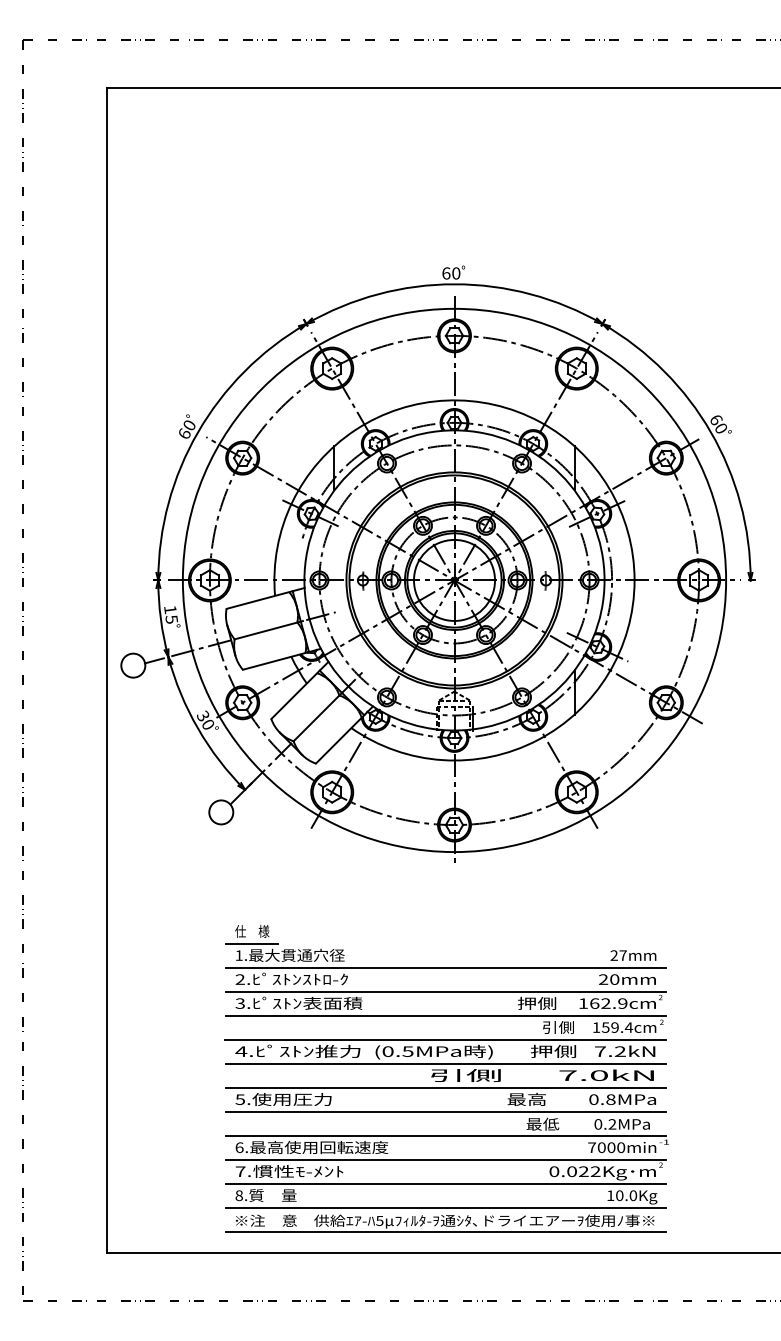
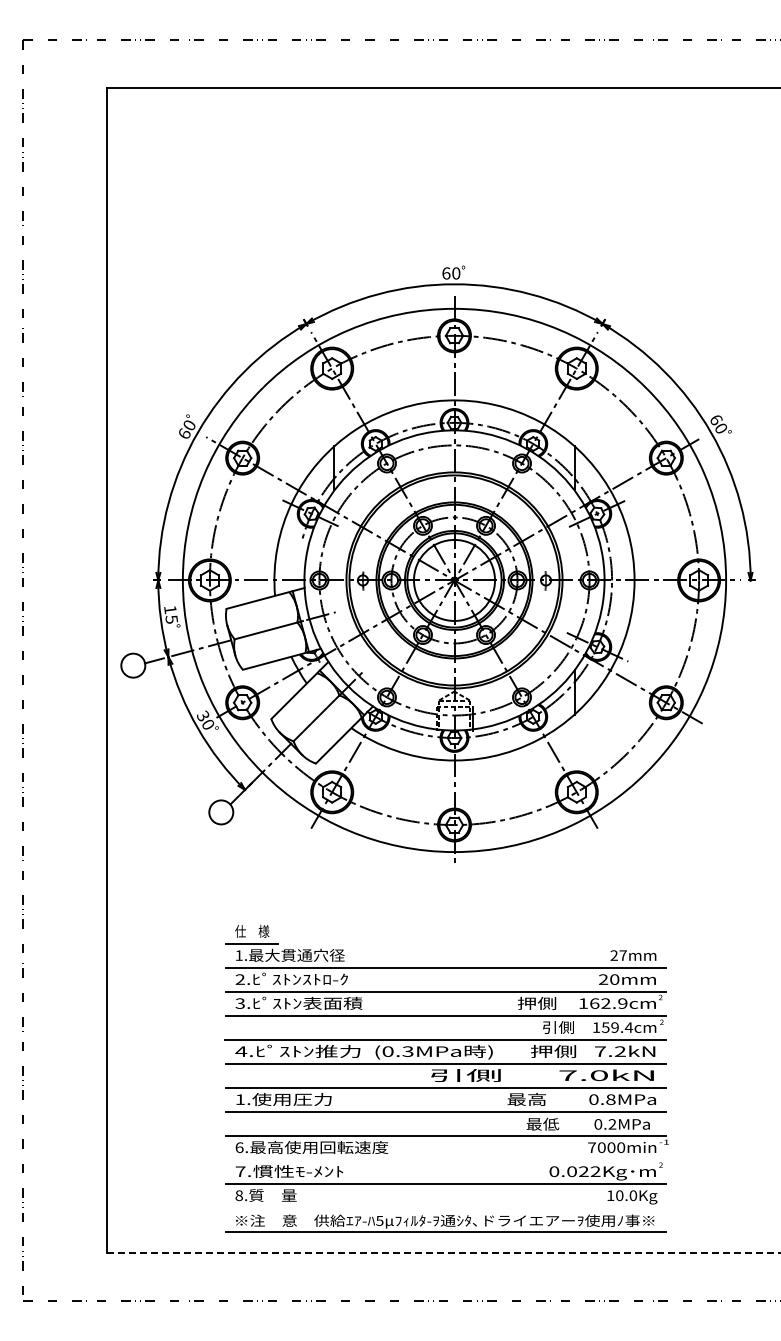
text at (408, 1051): (0.5MPa -> (0.3MPa
text at (239, 1099): 5. -> 1.
line at (446, 1159): present -> none
line at (446, 1207): present -> none
line at (444, 1252): solid -> dashed
